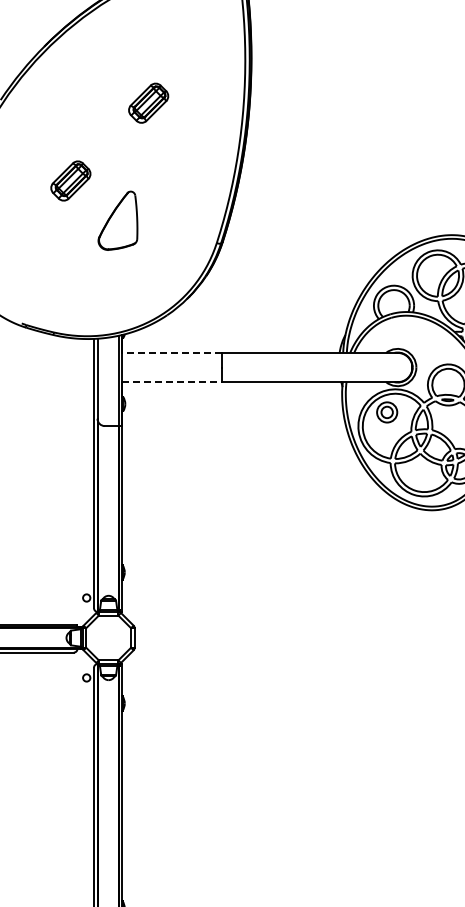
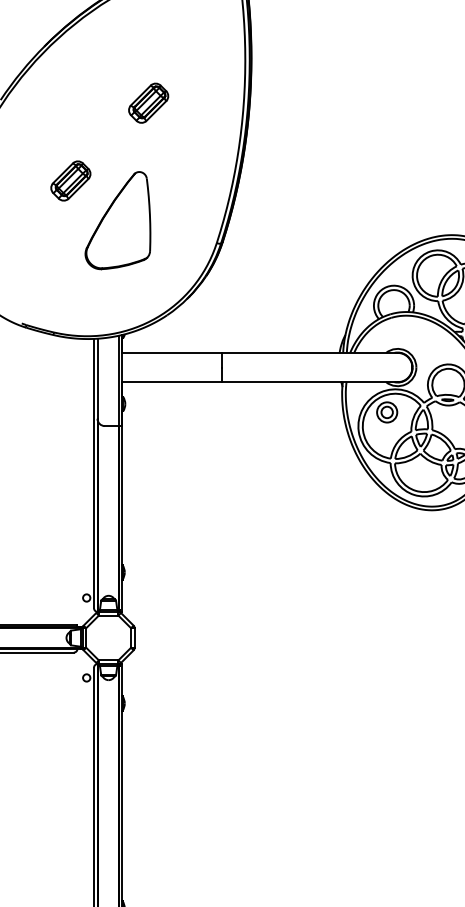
part at (117, 220) size: 42x61 px -> 68x100 px
line at (171, 352): dashed -> solid
line at (172, 382): dashed -> solid
